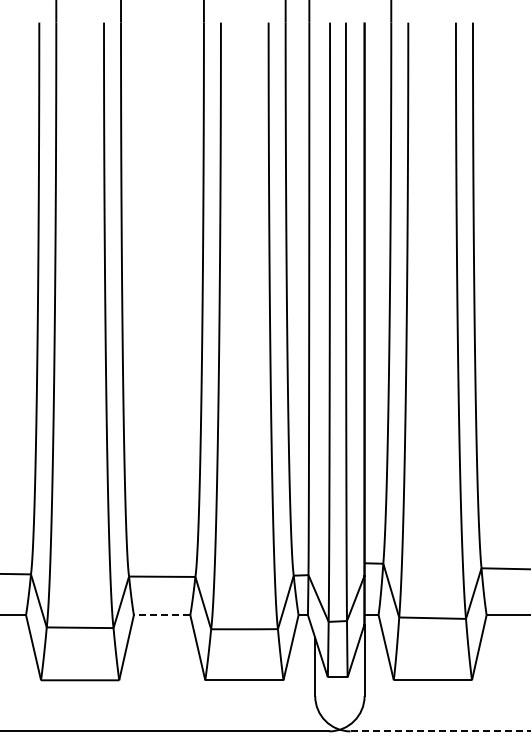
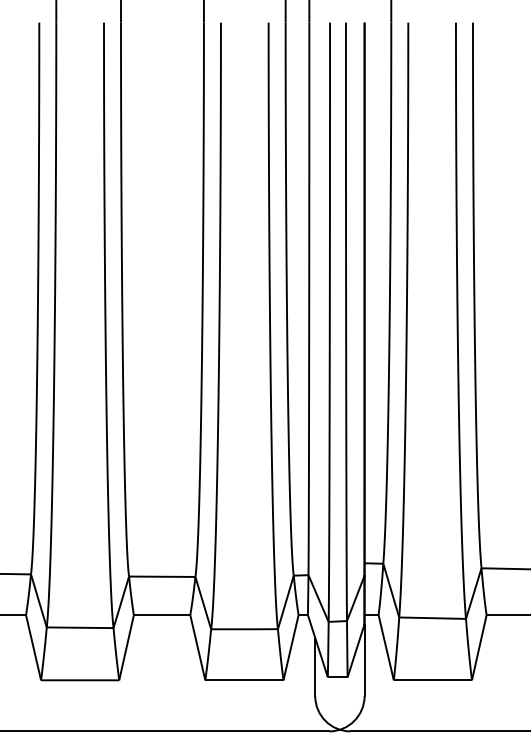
line at (162, 615): dashed -> solid
line at (440, 731): dashed -> solid
